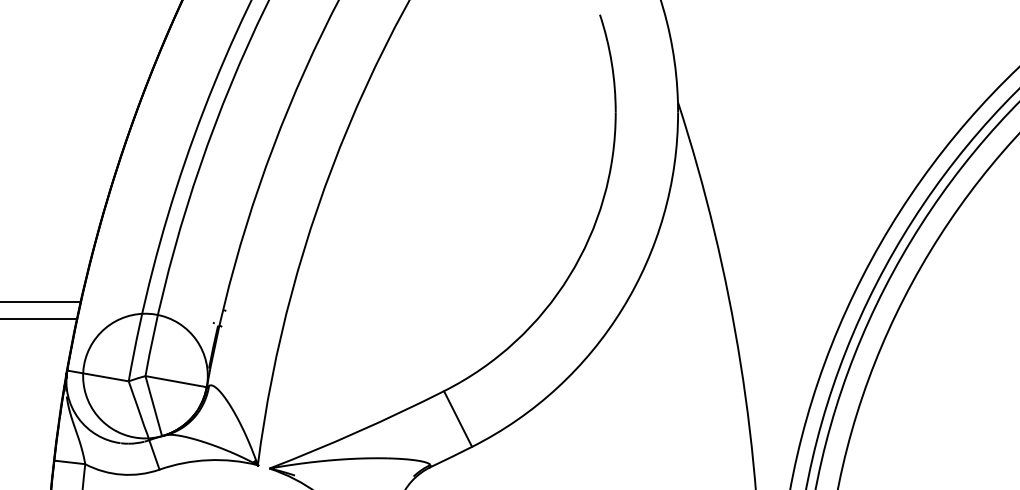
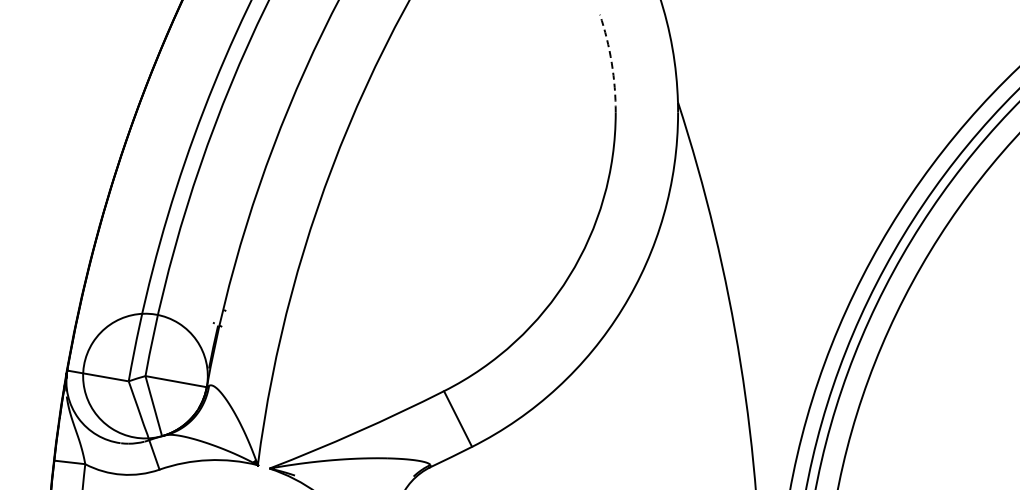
arc at (611, 63): solid -> dashed
line at (41, 302): present -> none
line at (39, 319): present -> none
